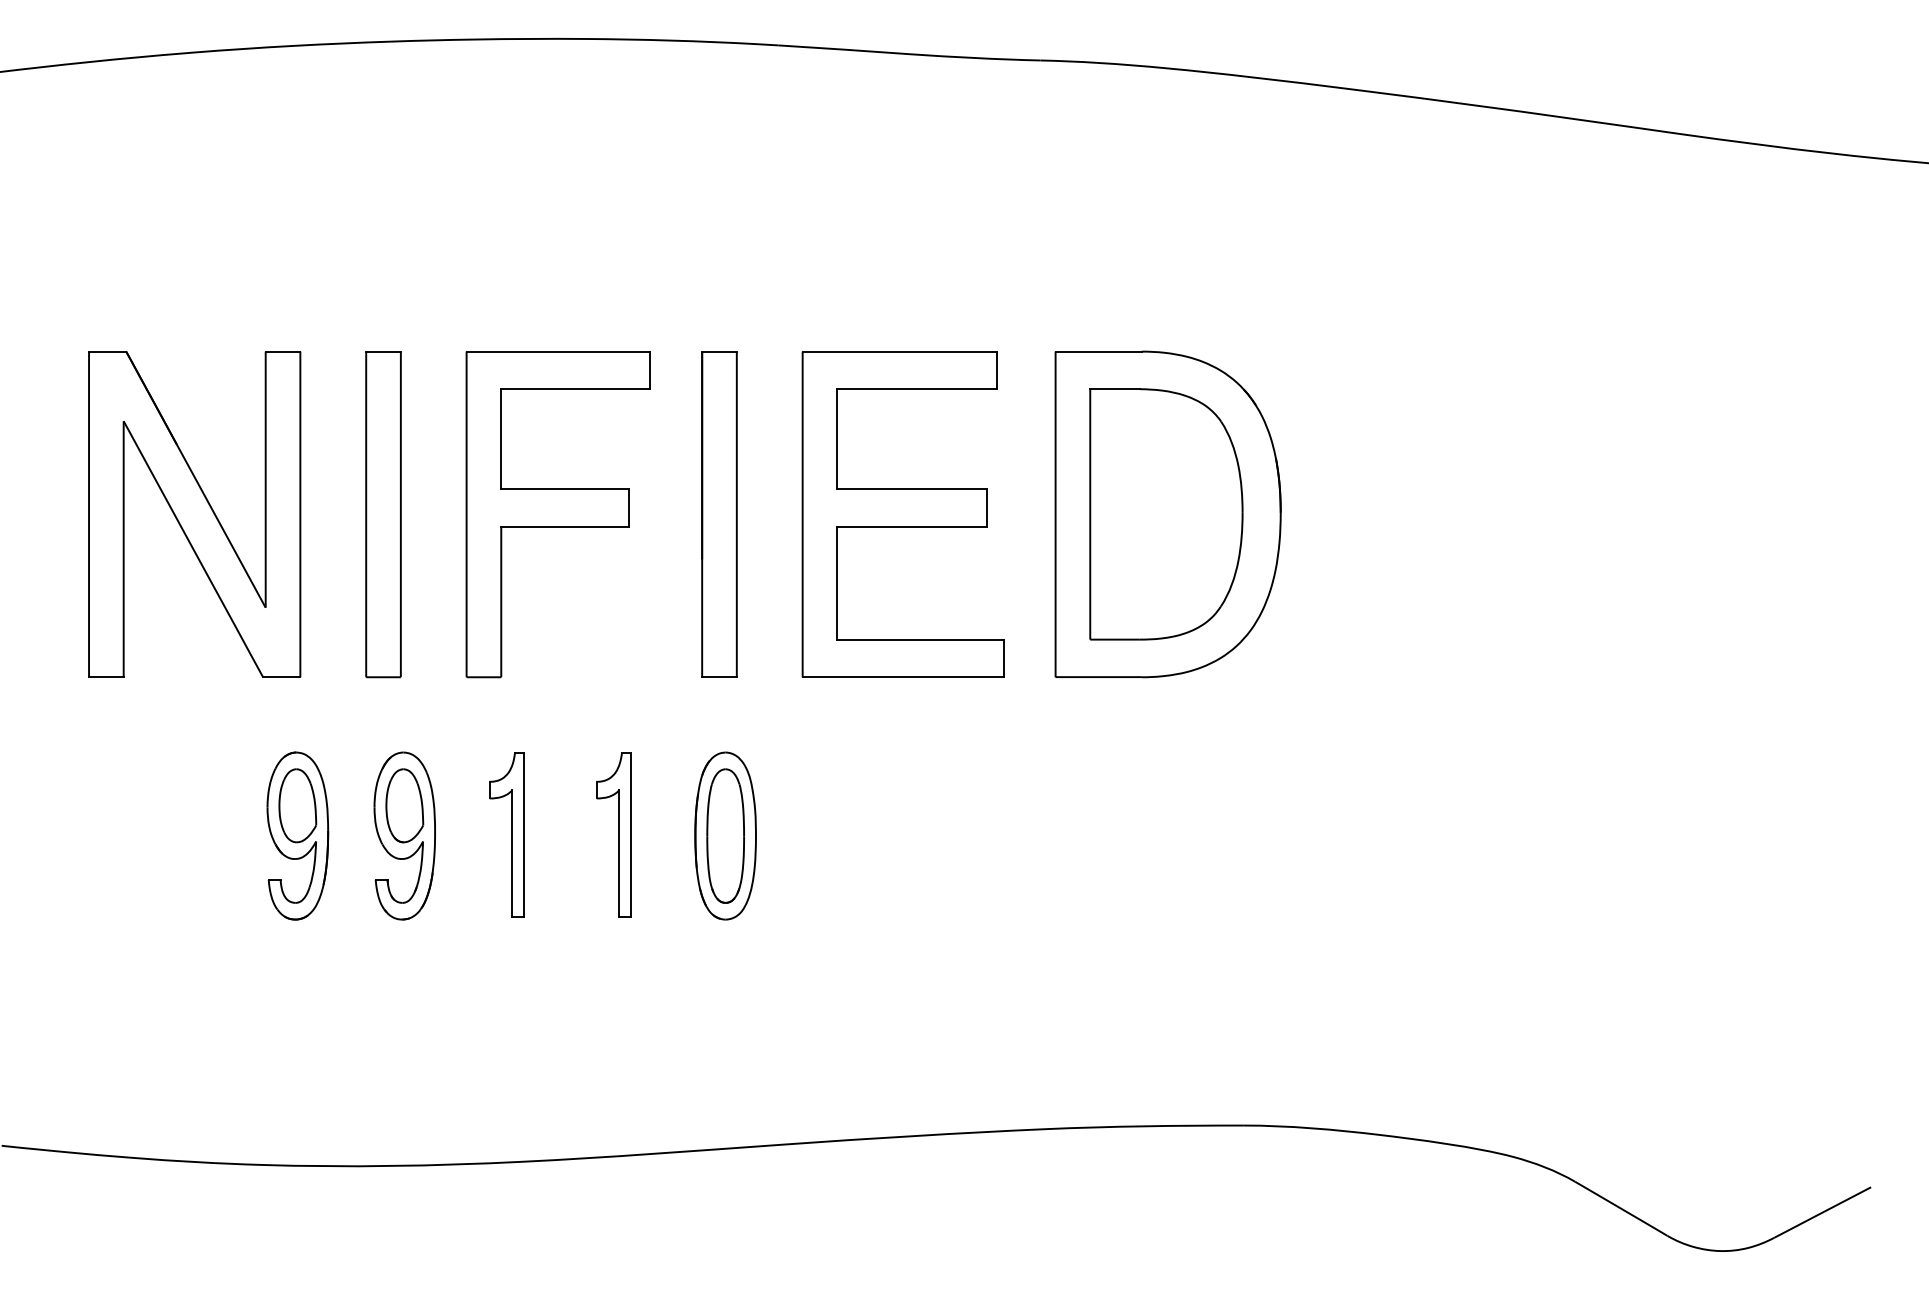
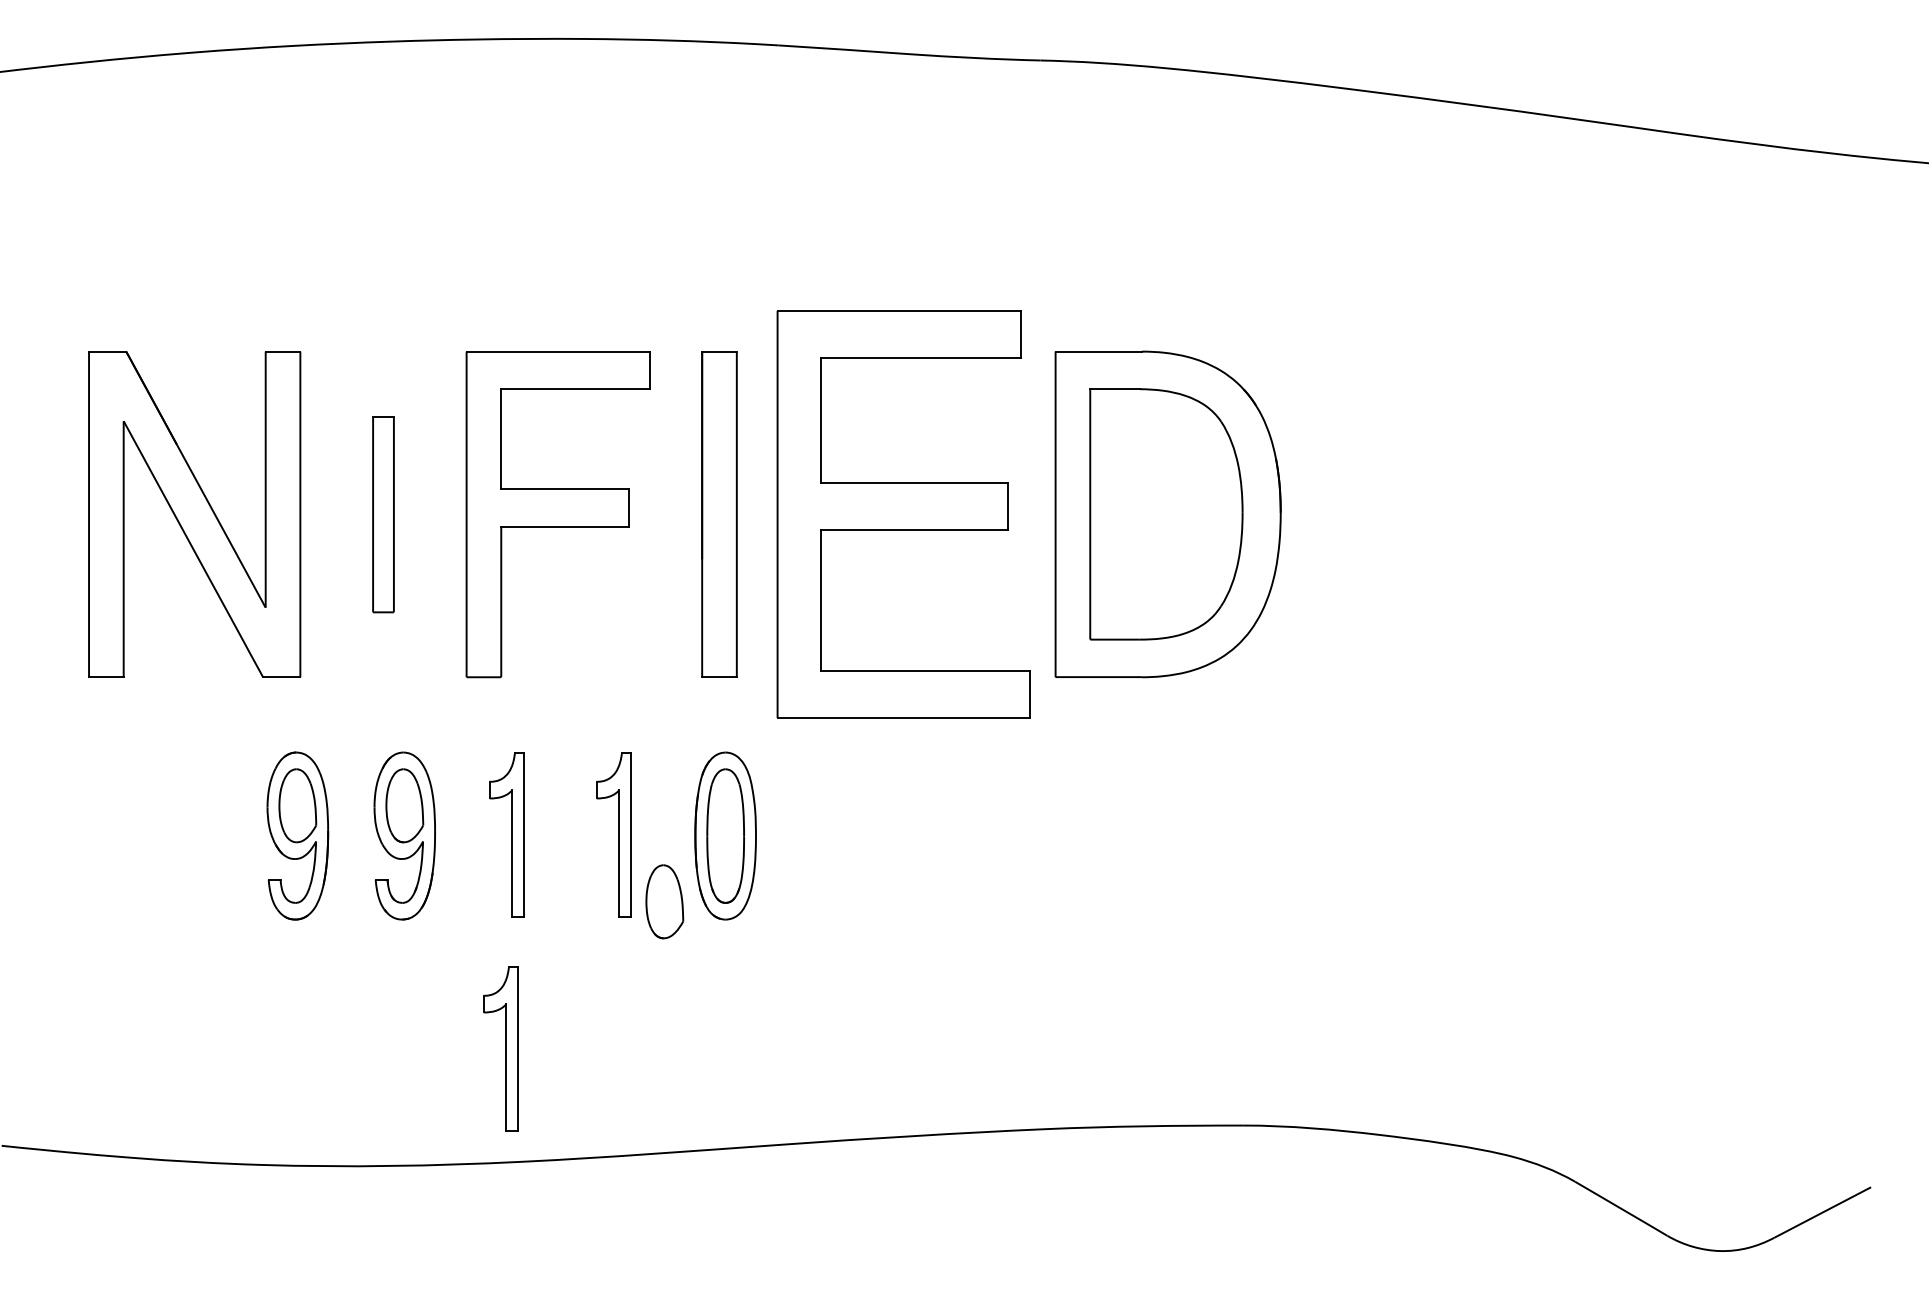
part at (383, 514) size: 37x328 px -> 23x198 px
part at (902, 514) size: 204x327 px -> 255x409 px
part at (664, 901): none -> present
part at (500, 1048): none -> present
